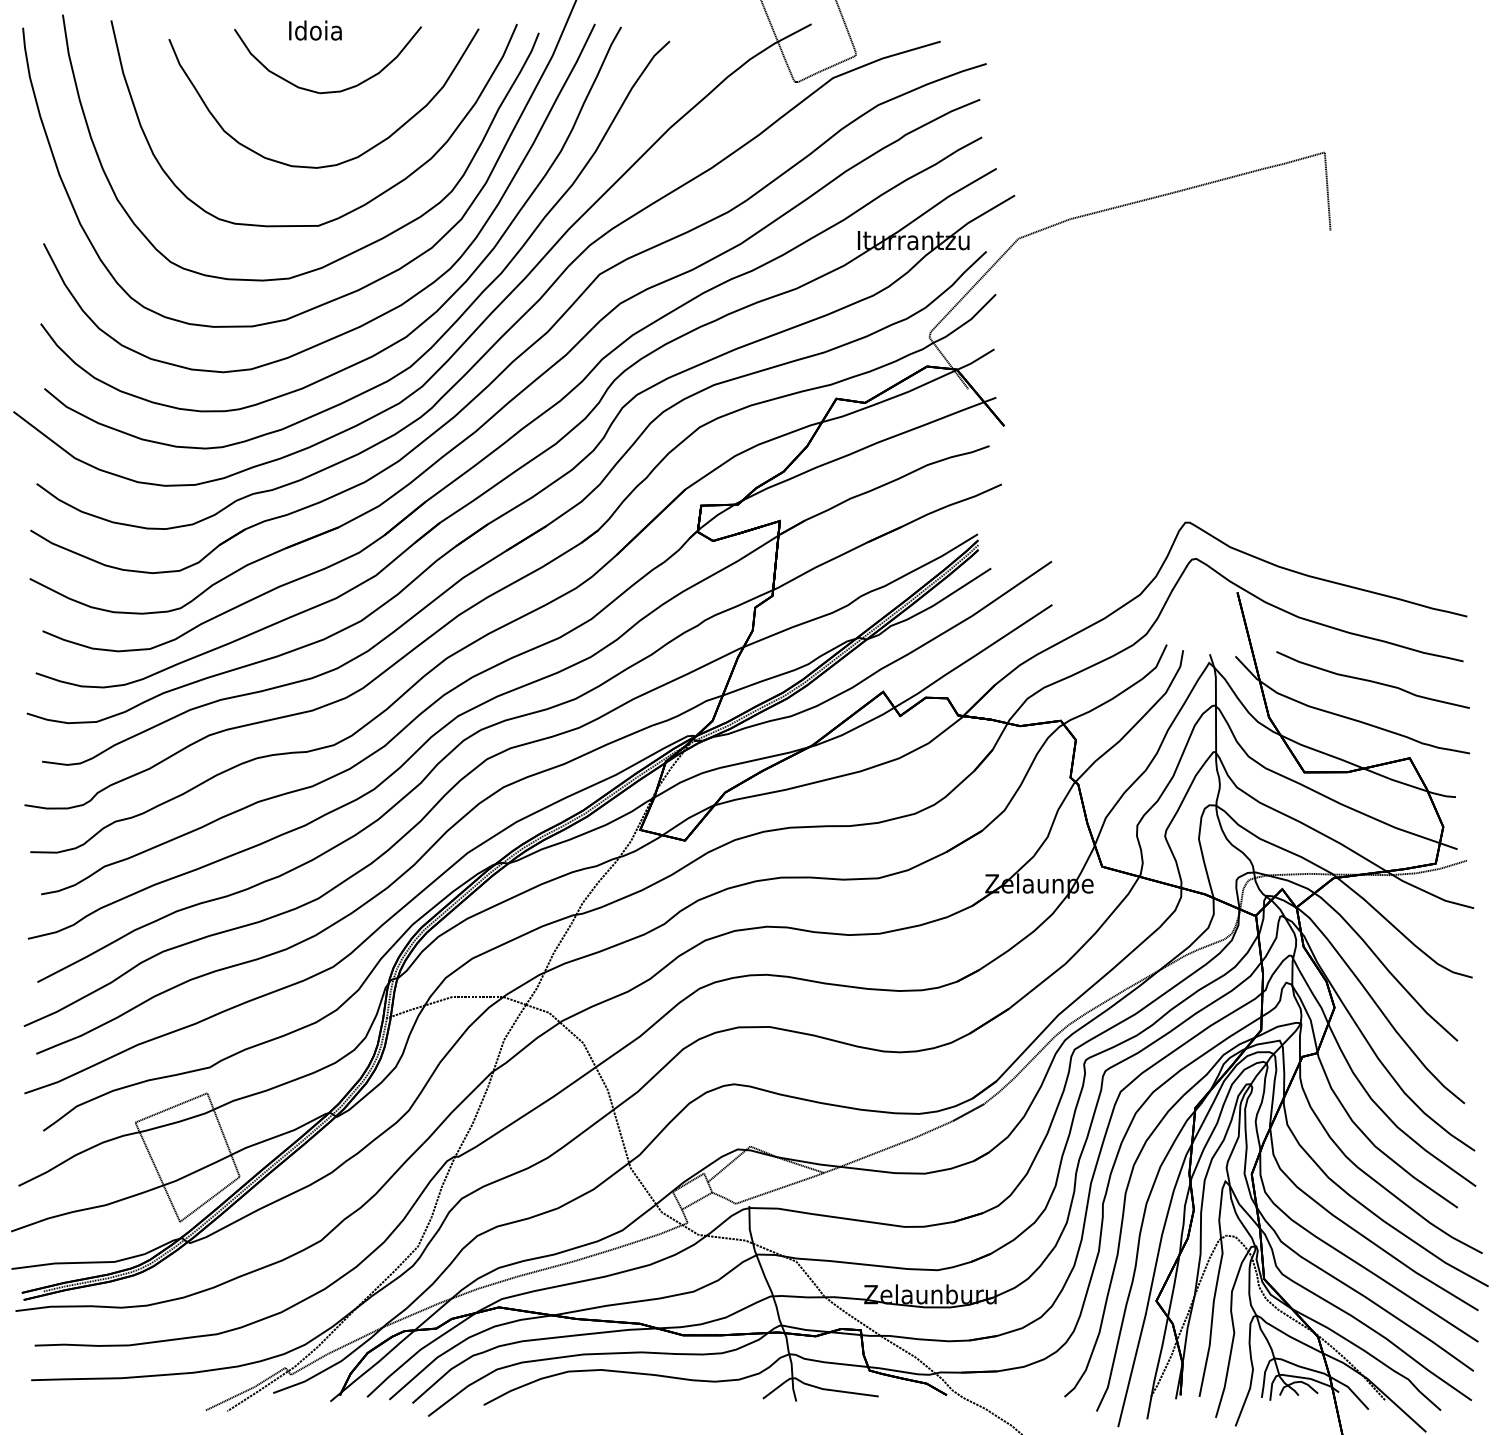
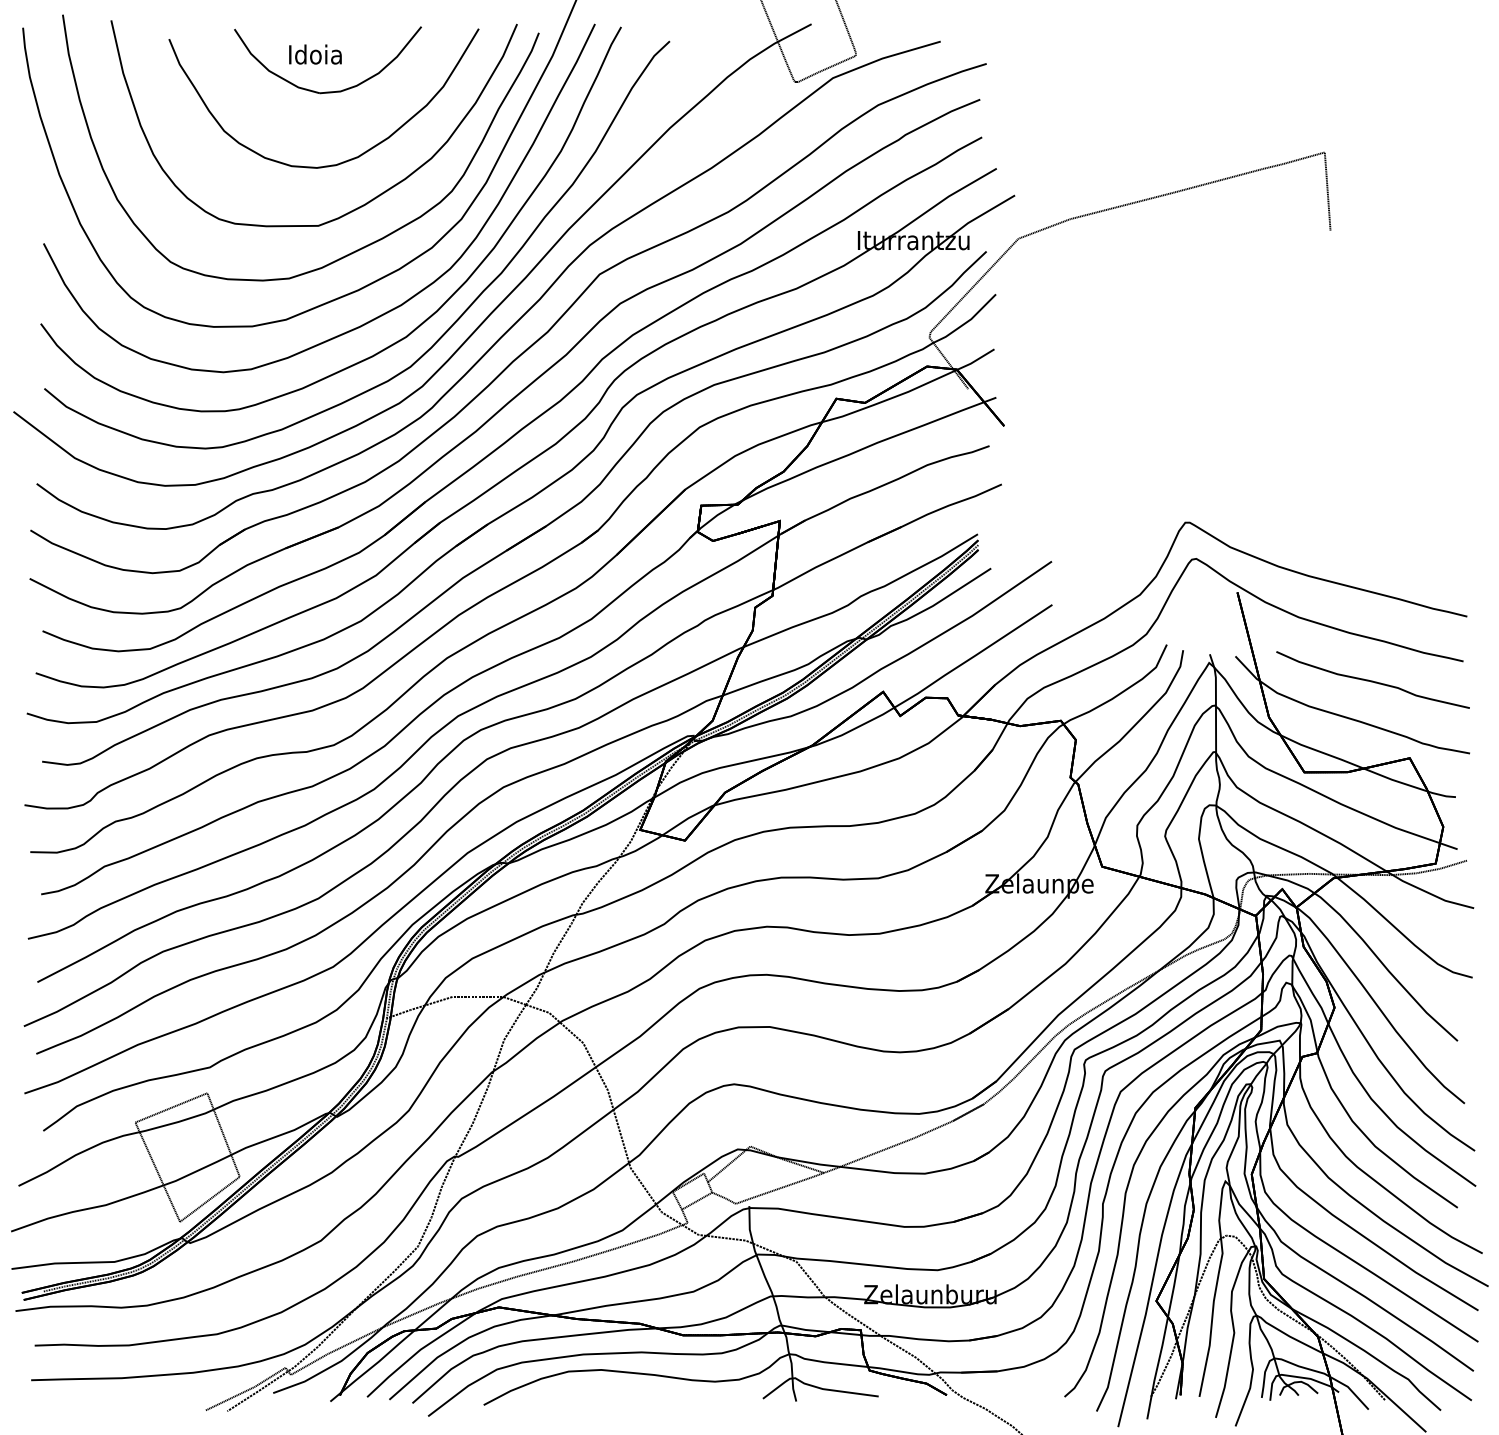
text at (315, 30) position: (315, 30) -> (315, 54)
